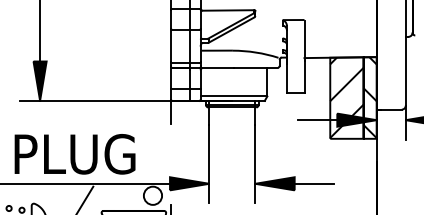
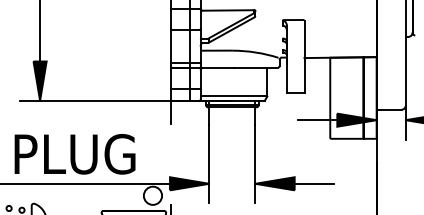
hatch at (346, 97): present -> none
hatch at (369, 97): present -> none
line at (85, 198): present -> none
